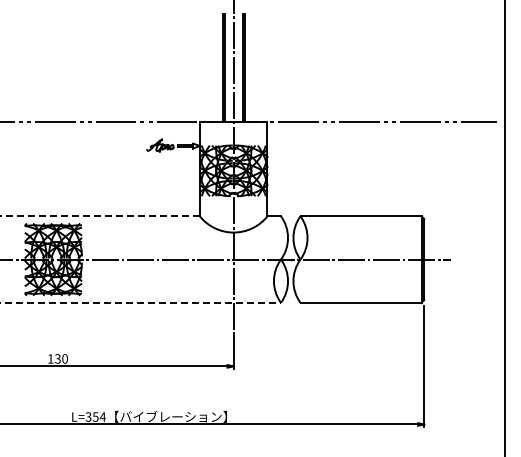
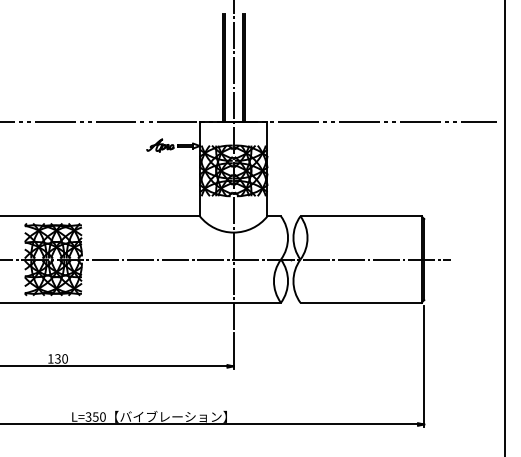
line at (100, 216): dashed -> solid
line at (141, 302): dashed -> solid
text at (102, 416): L=354 -> L=350
